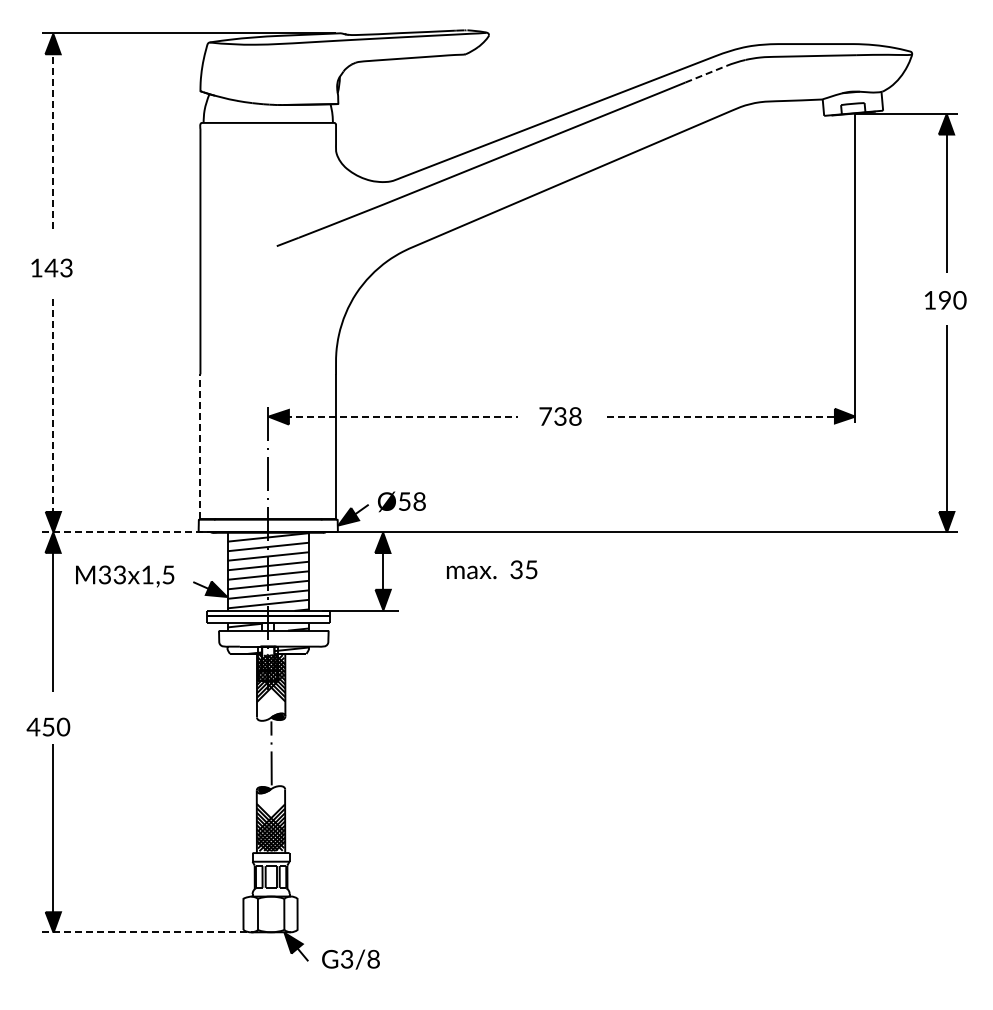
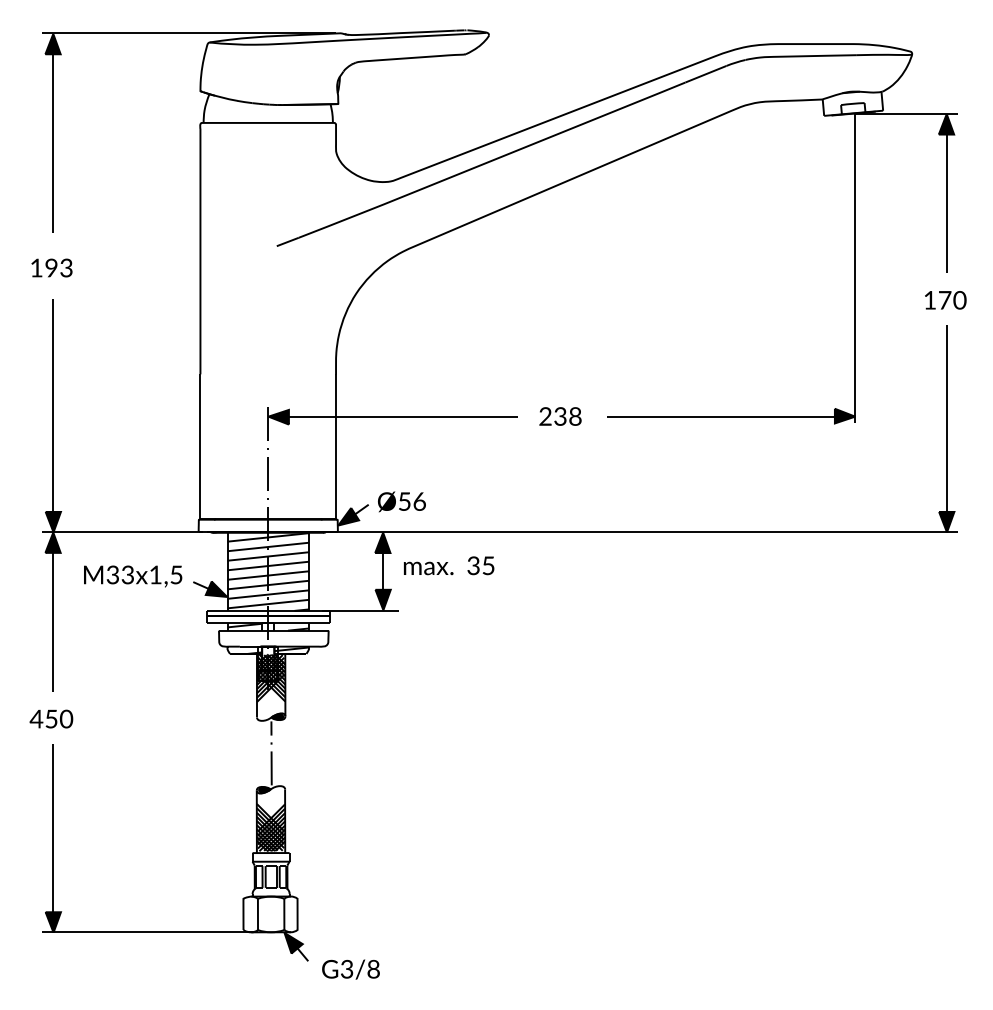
line at (706, 74): dashed -> solid
line at (53, 133): dashed -> solid
text at (51, 267): 143 -> 193
text at (945, 300): 190 -> 170
line at (53, 409): dashed -> solid
line at (396, 416): dashed -> solid
text at (545, 416): 738 -> 238
line at (723, 416): dashed -> solid
line at (200, 446): dashed -> solid
text at (419, 501): Ø58 -> Ø56
line at (123, 532): dashed -> solid
text at (492, 569) position: (492, 569) -> (449, 565)
text at (125, 576) position: (125, 576) -> (133, 576)
text at (48, 726) position: (48, 726) -> (51, 718)
line at (150, 932): dashed -> solid
text at (350, 959) position: (350, 959) -> (350, 969)
